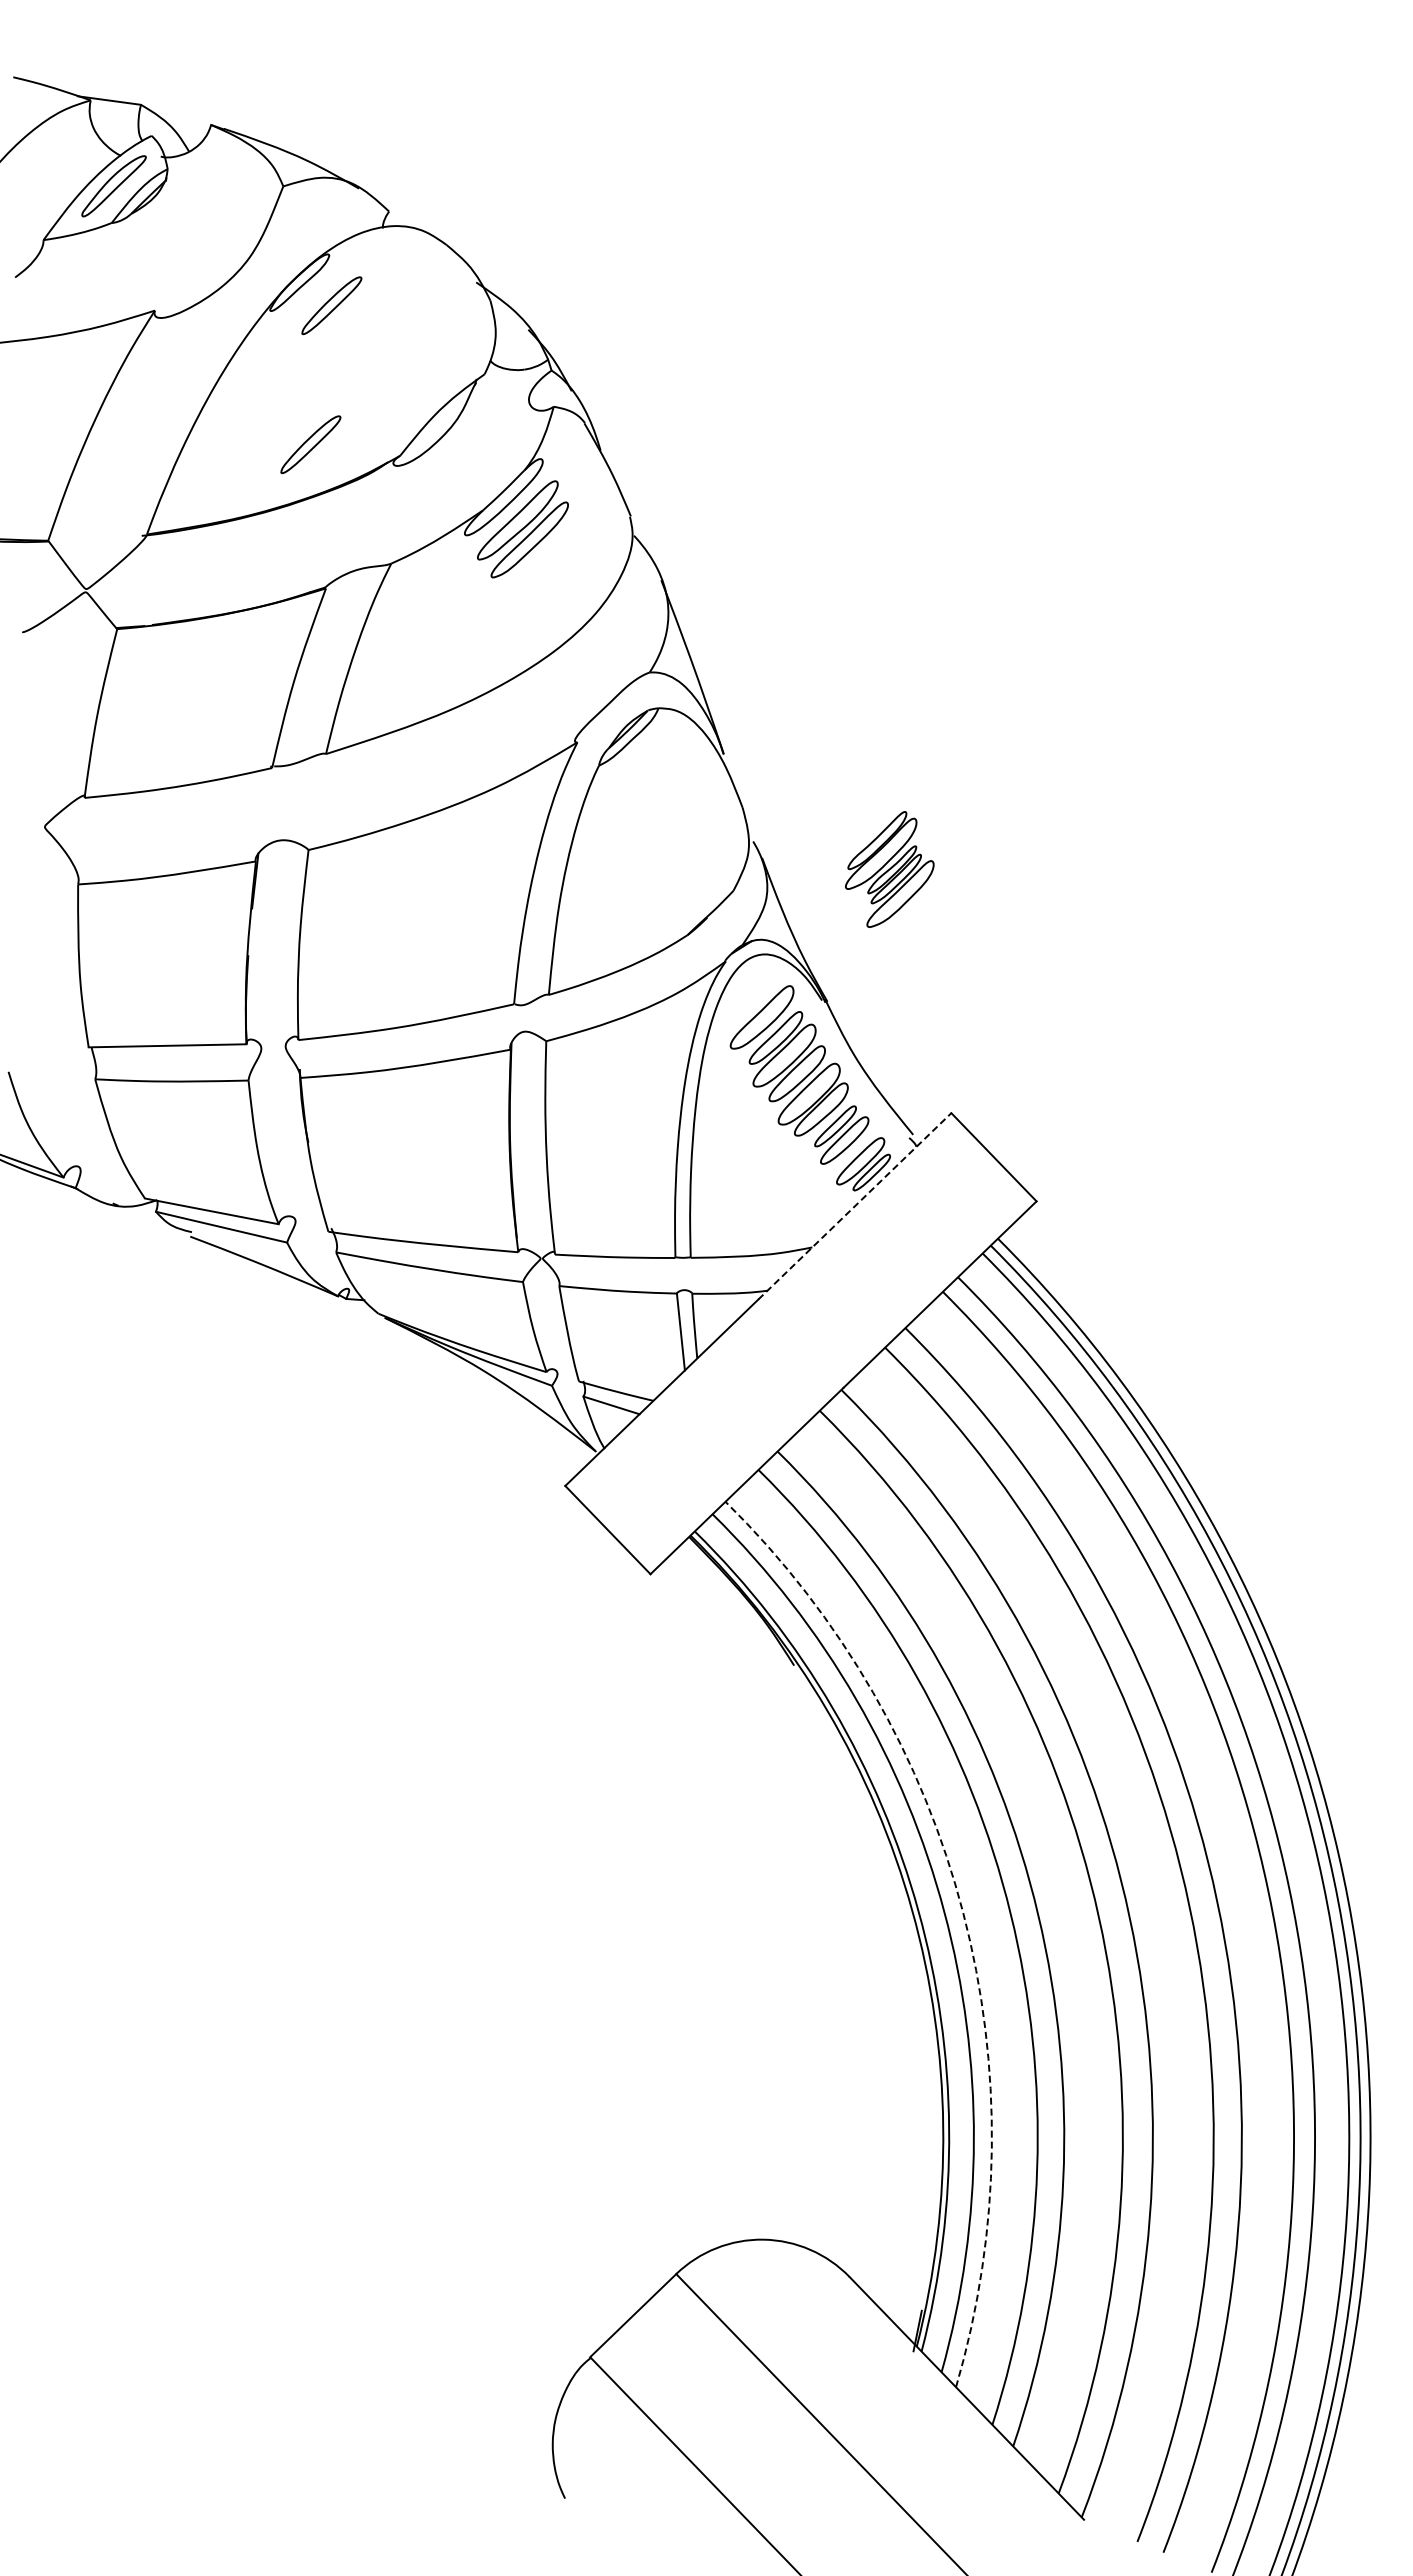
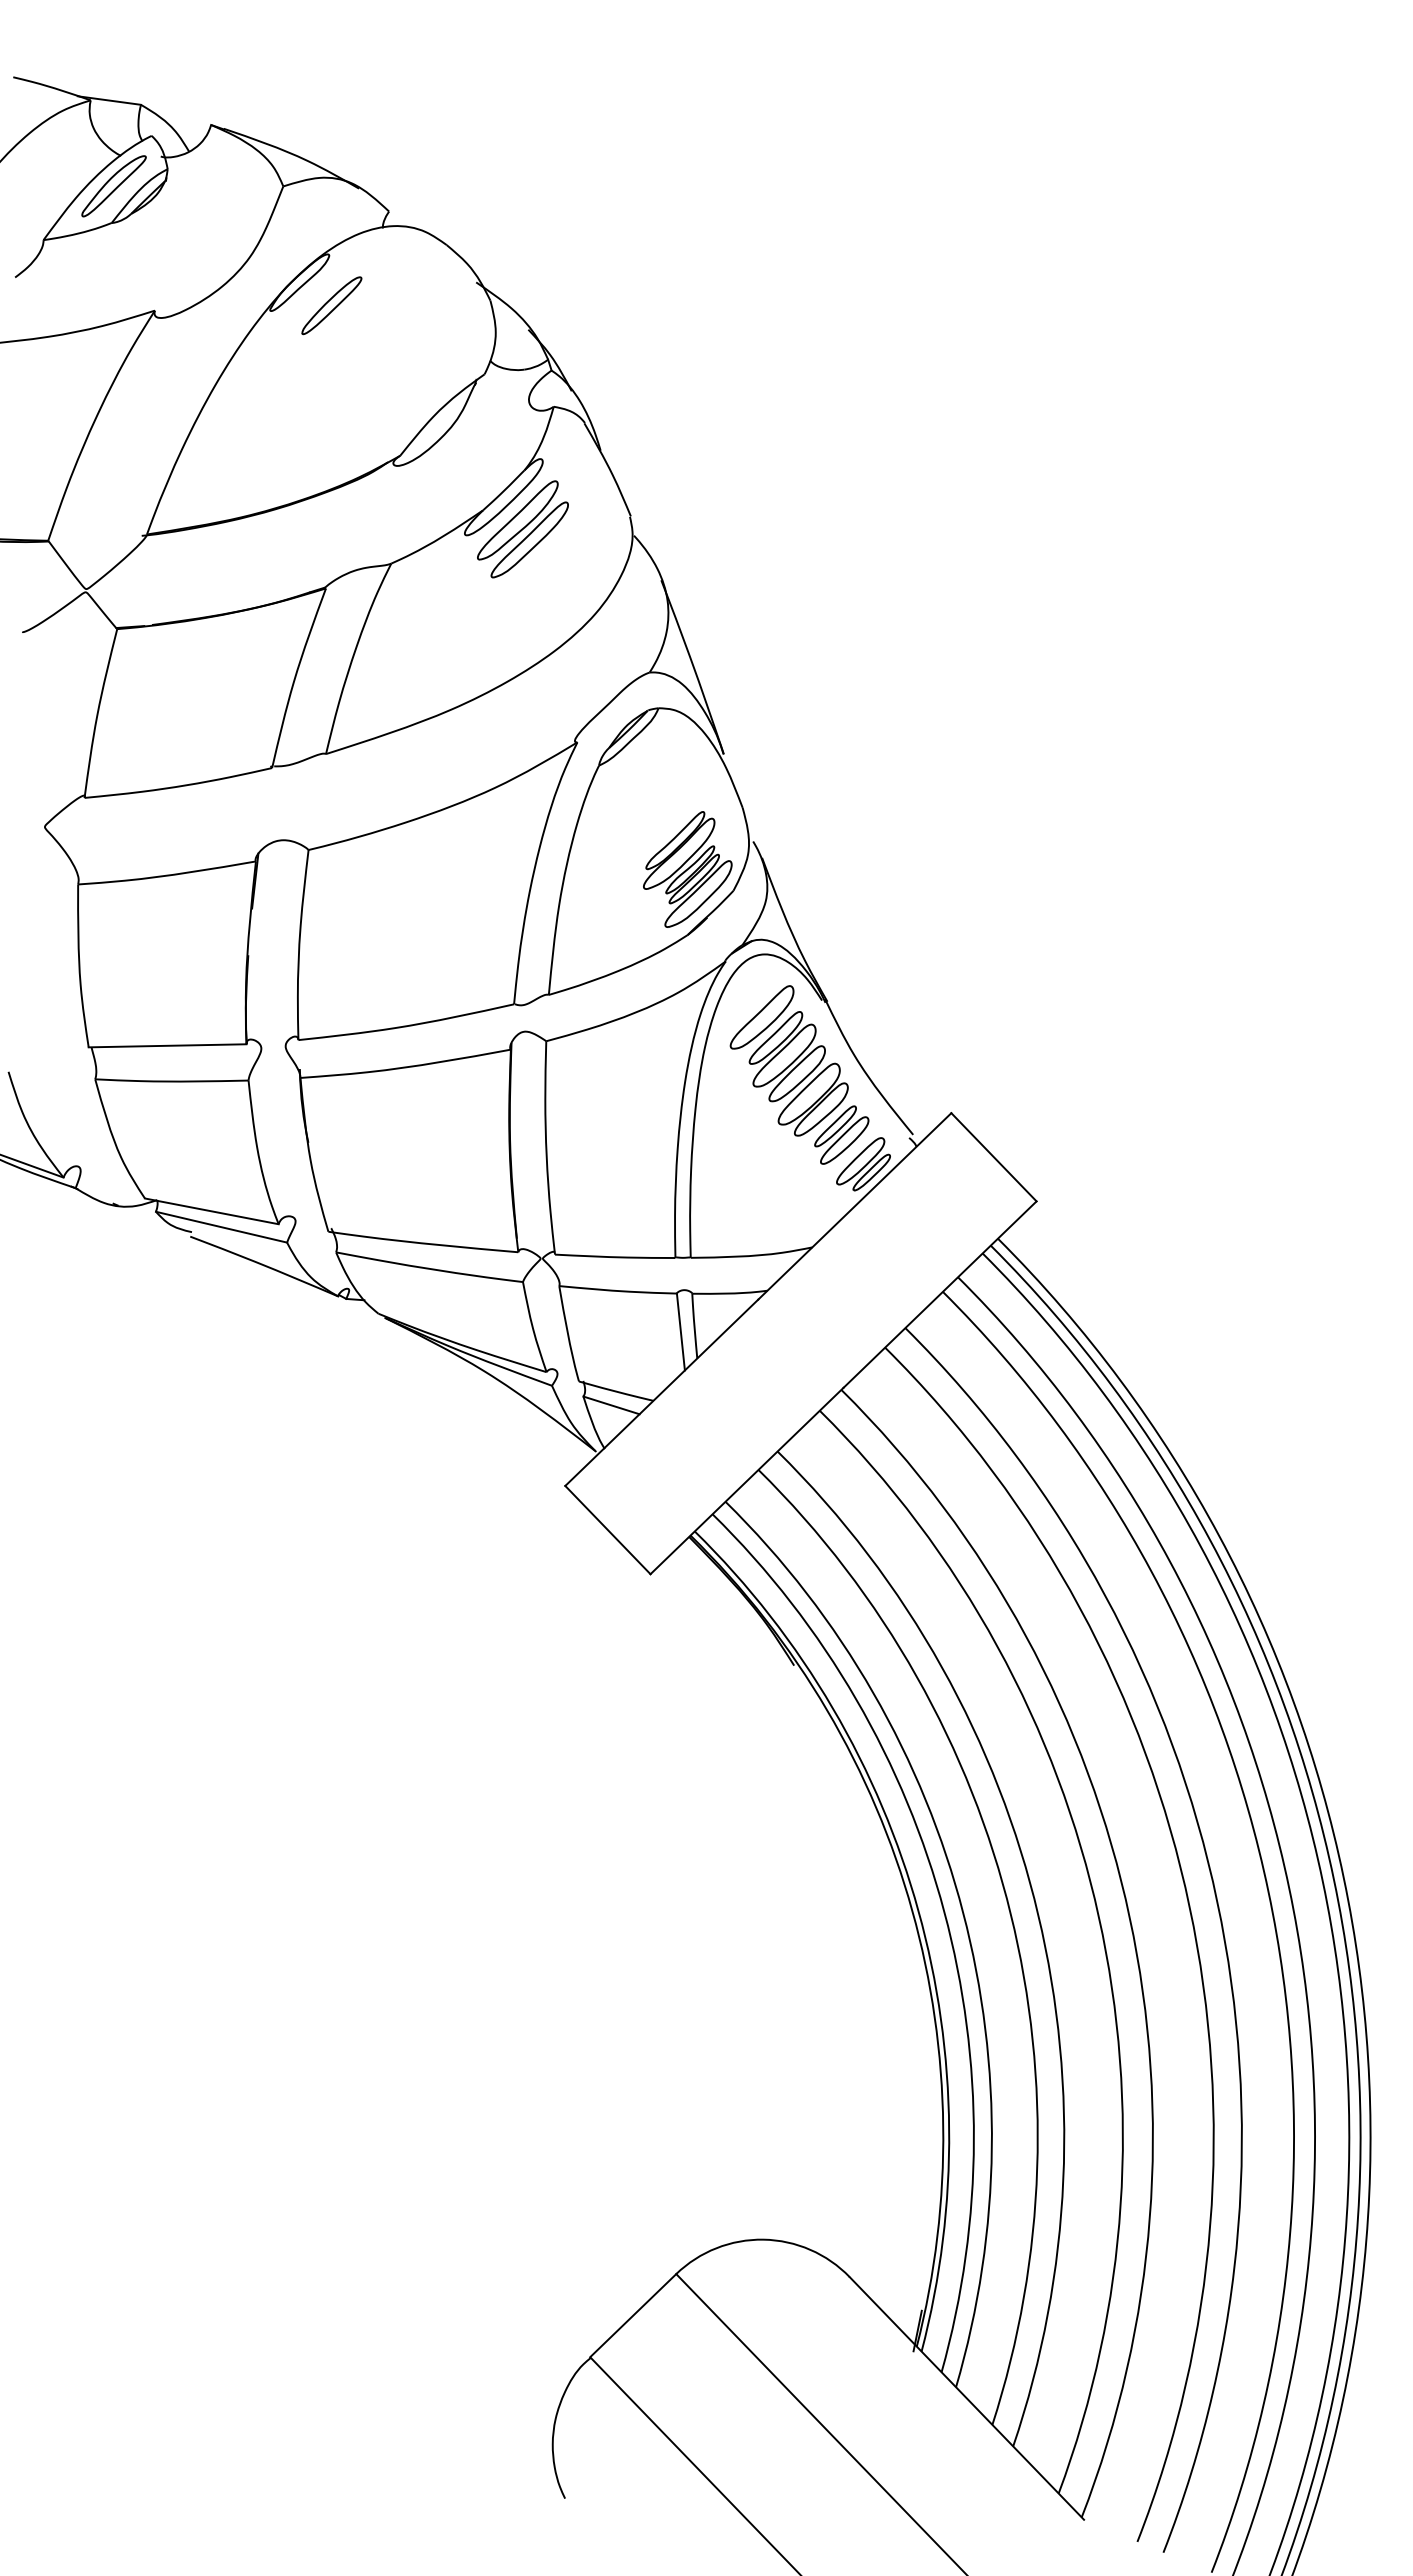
part at (310, 444): present -> none
part at (889, 869) position: (889, 869) -> (687, 869)
line at (855, 1206): dashed -> solid
arc at (963, 1912): dashed -> solid
